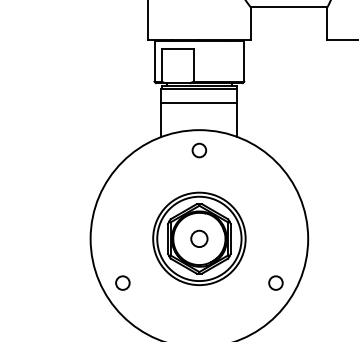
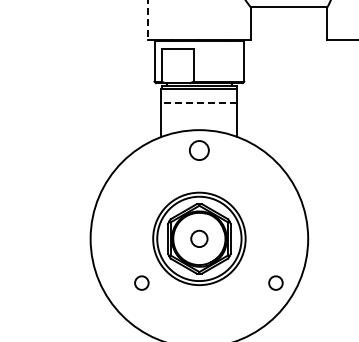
line at (147, 20): solid -> dashed
line at (198, 102): solid -> dashed
circle at (199, 150) size: 17x17 px -> 21x21 px
circle at (122, 282) position: (122, 282) -> (141, 282)
